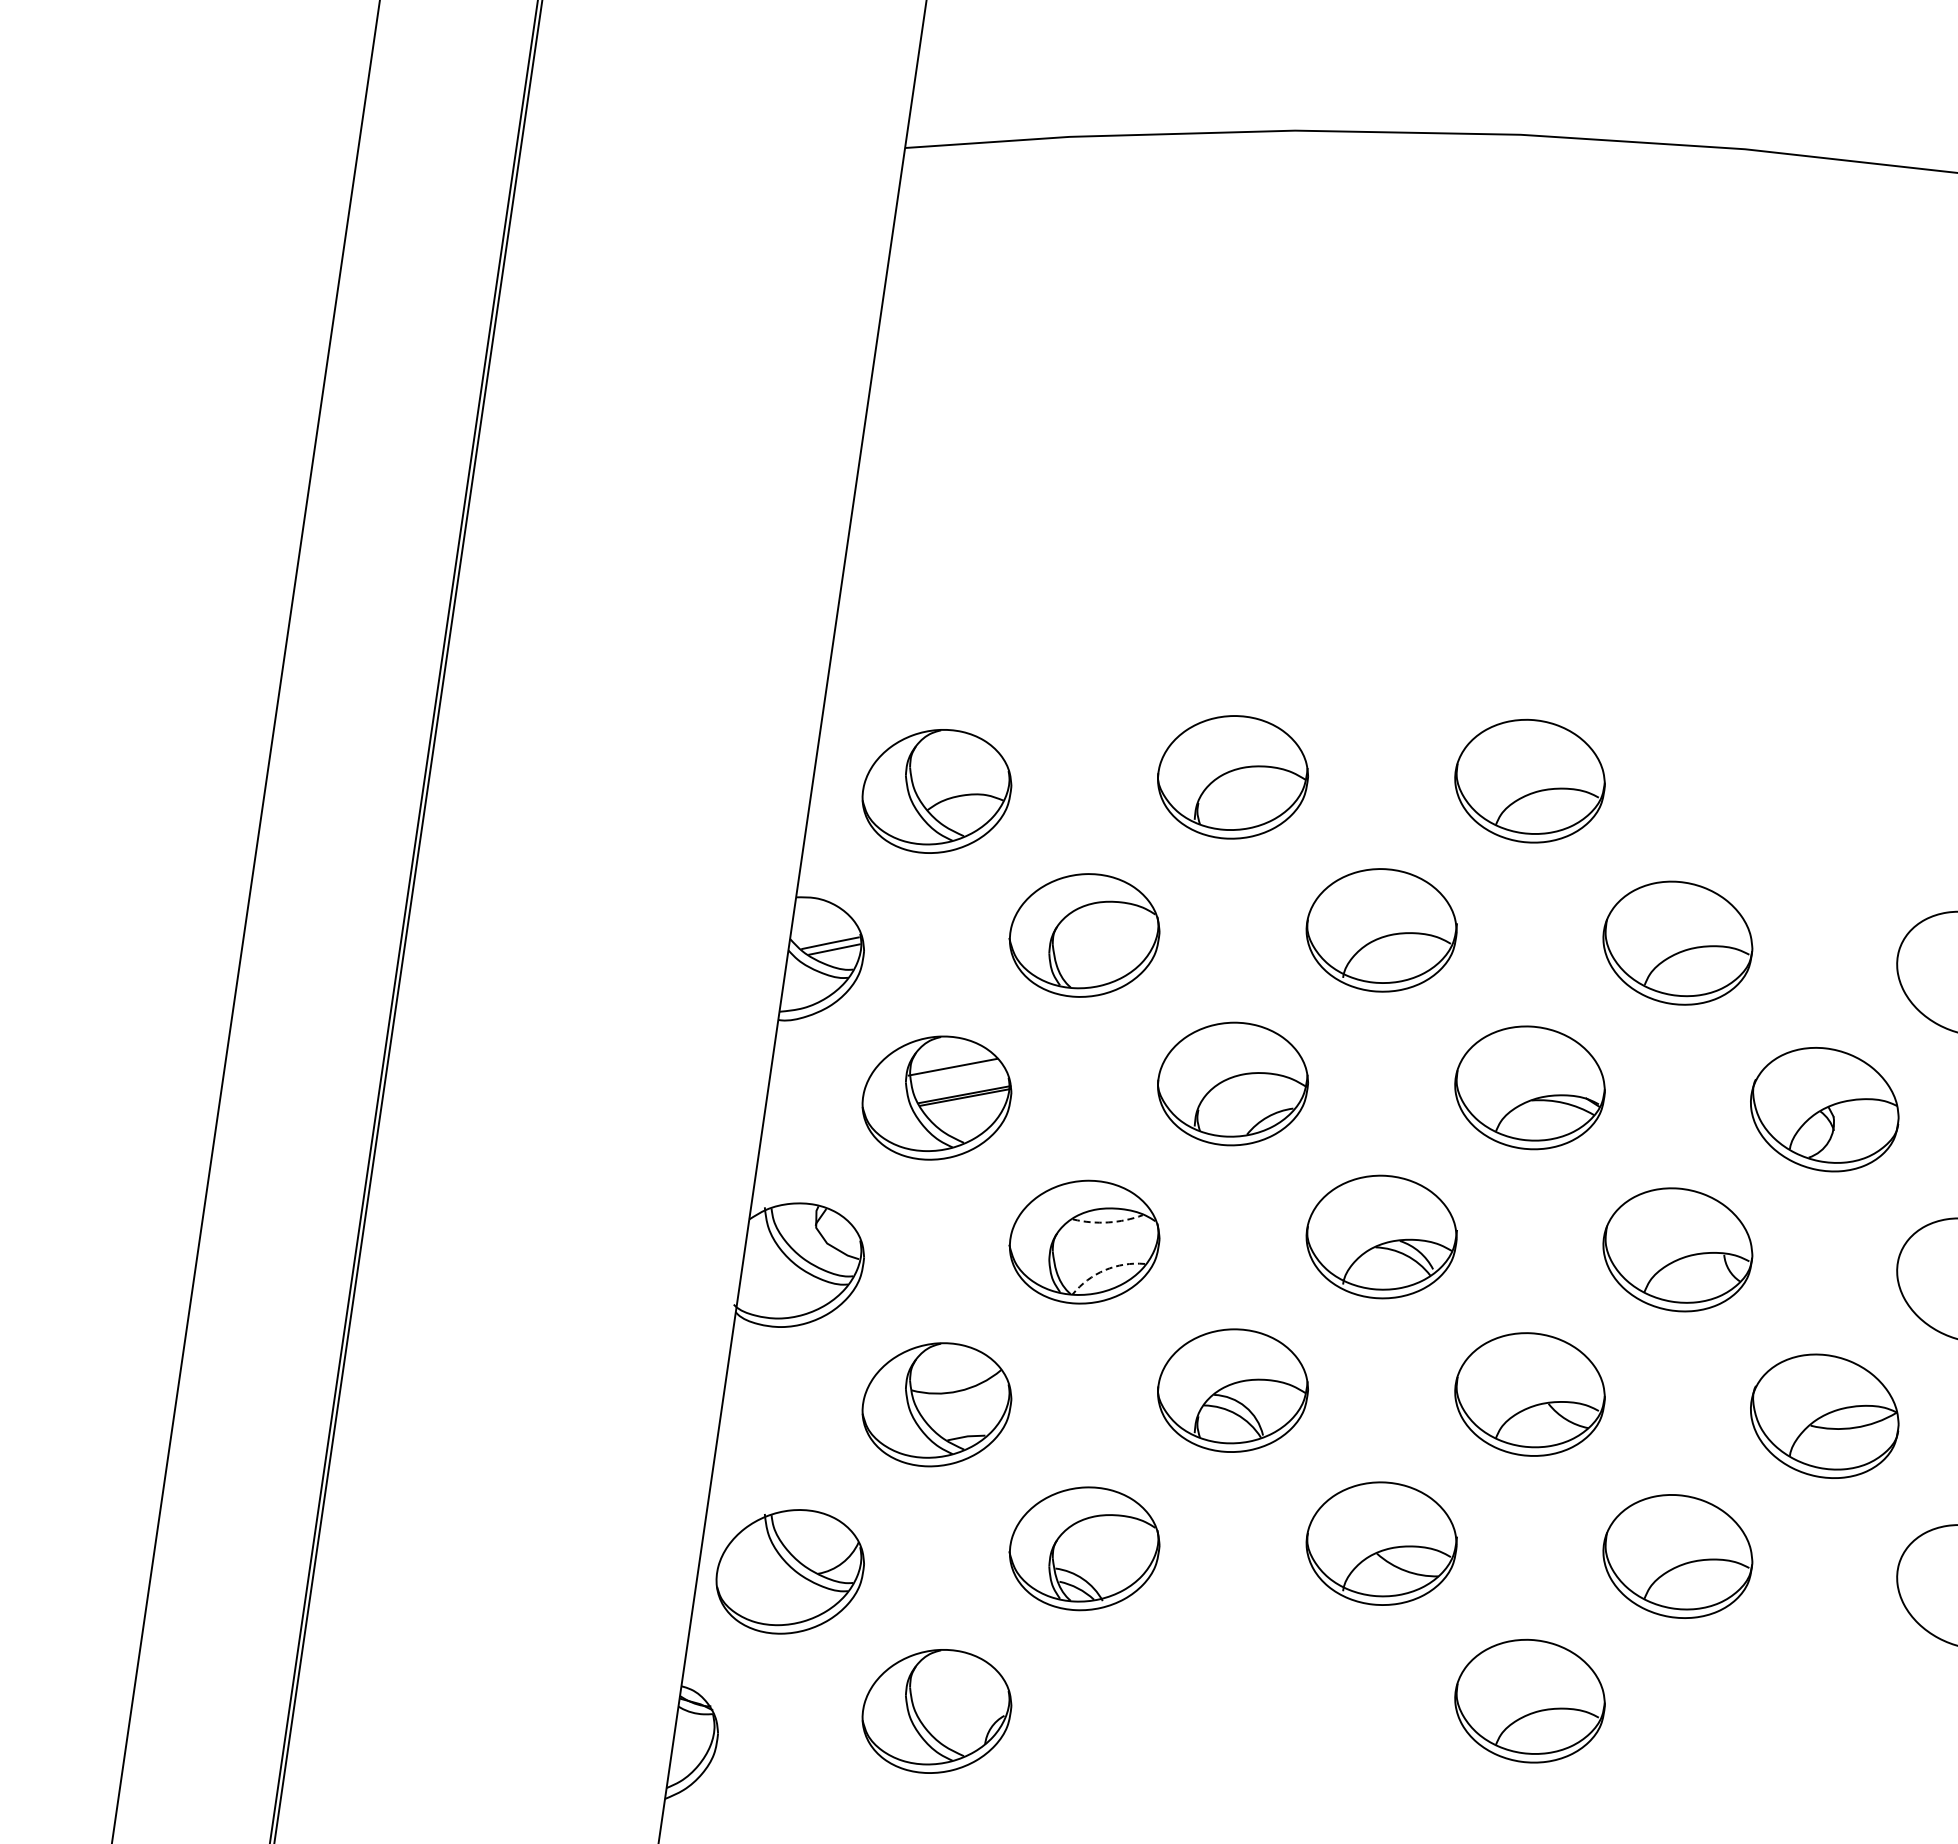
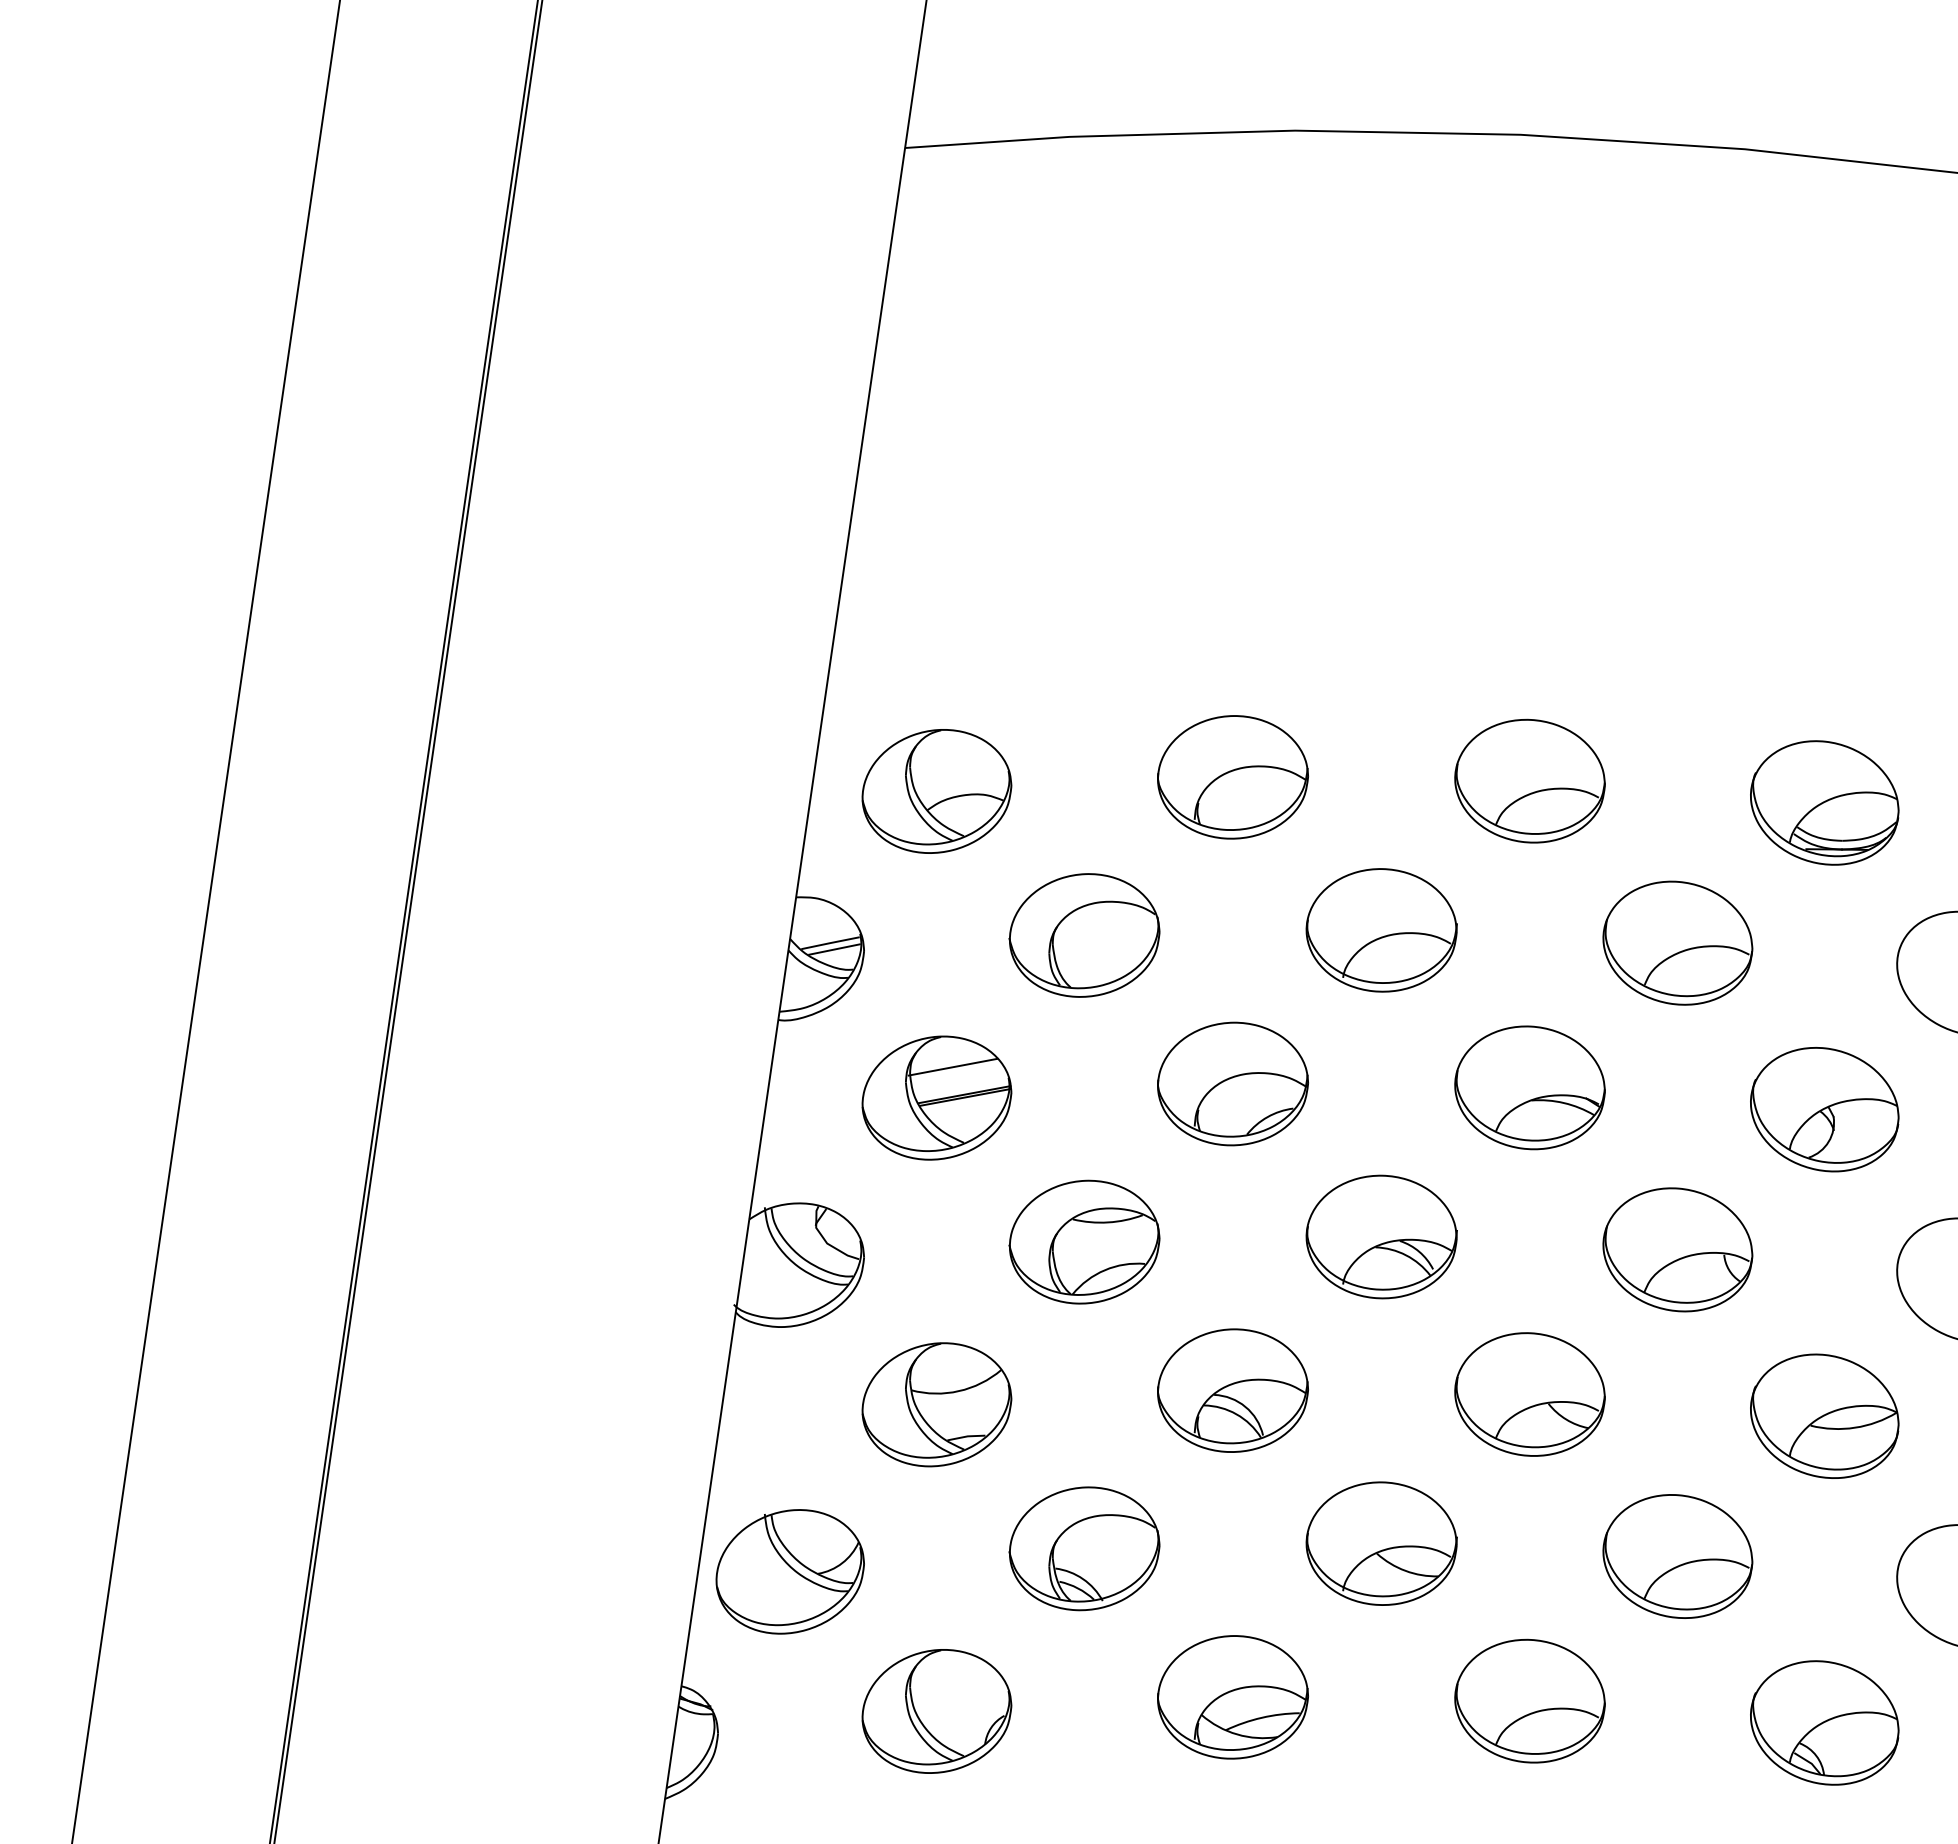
part at (1824, 802): none -> present
line at (245, 921) position: (245, 921) -> (205, 921)
arc at (1108, 1222): dashed -> solid
arc at (1104, 1270): dashed -> solid
part at (1232, 1697): none -> present
part at (1824, 1722): none -> present
